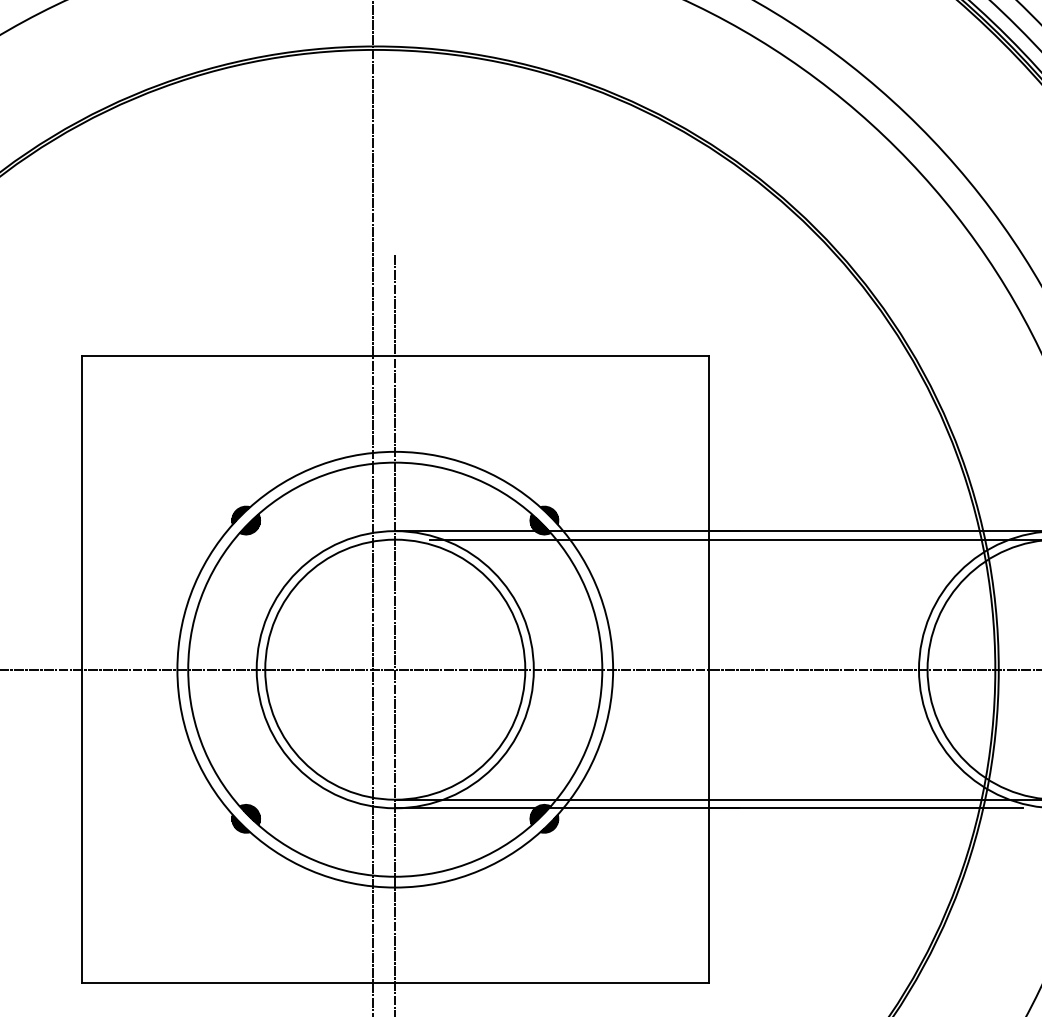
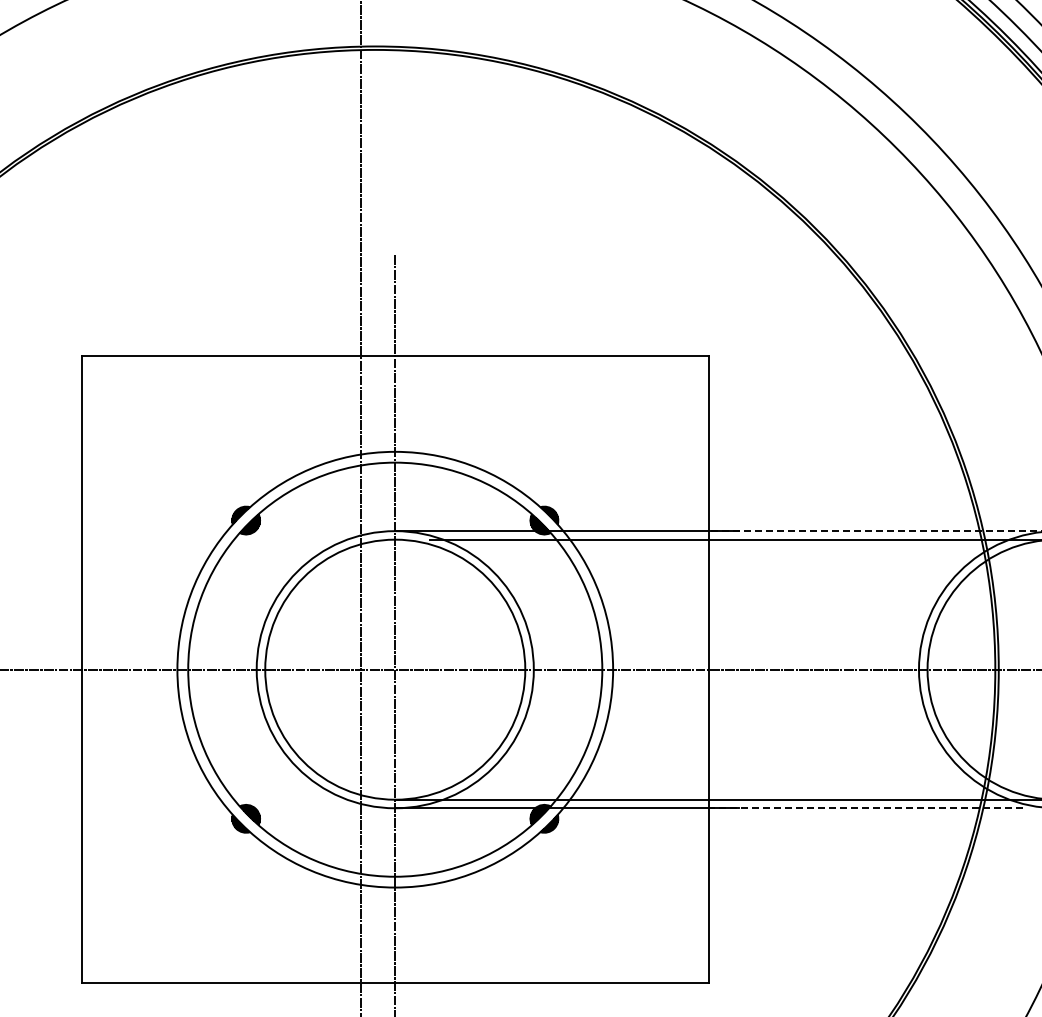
line at (373, 507) position: (373, 507) -> (361, 507)
line at (874, 531): solid -> dashed
line at (865, 808): solid -> dashed
